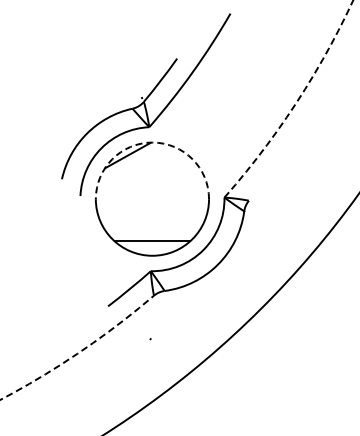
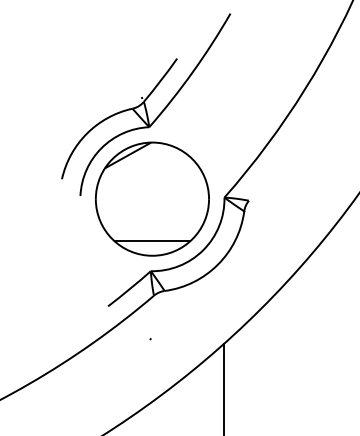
arc at (296, 103): dashed -> solid
arc at (152, 142): dashed -> solid
arc at (81, 351): dashed -> solid
line at (224, 387): none -> present
